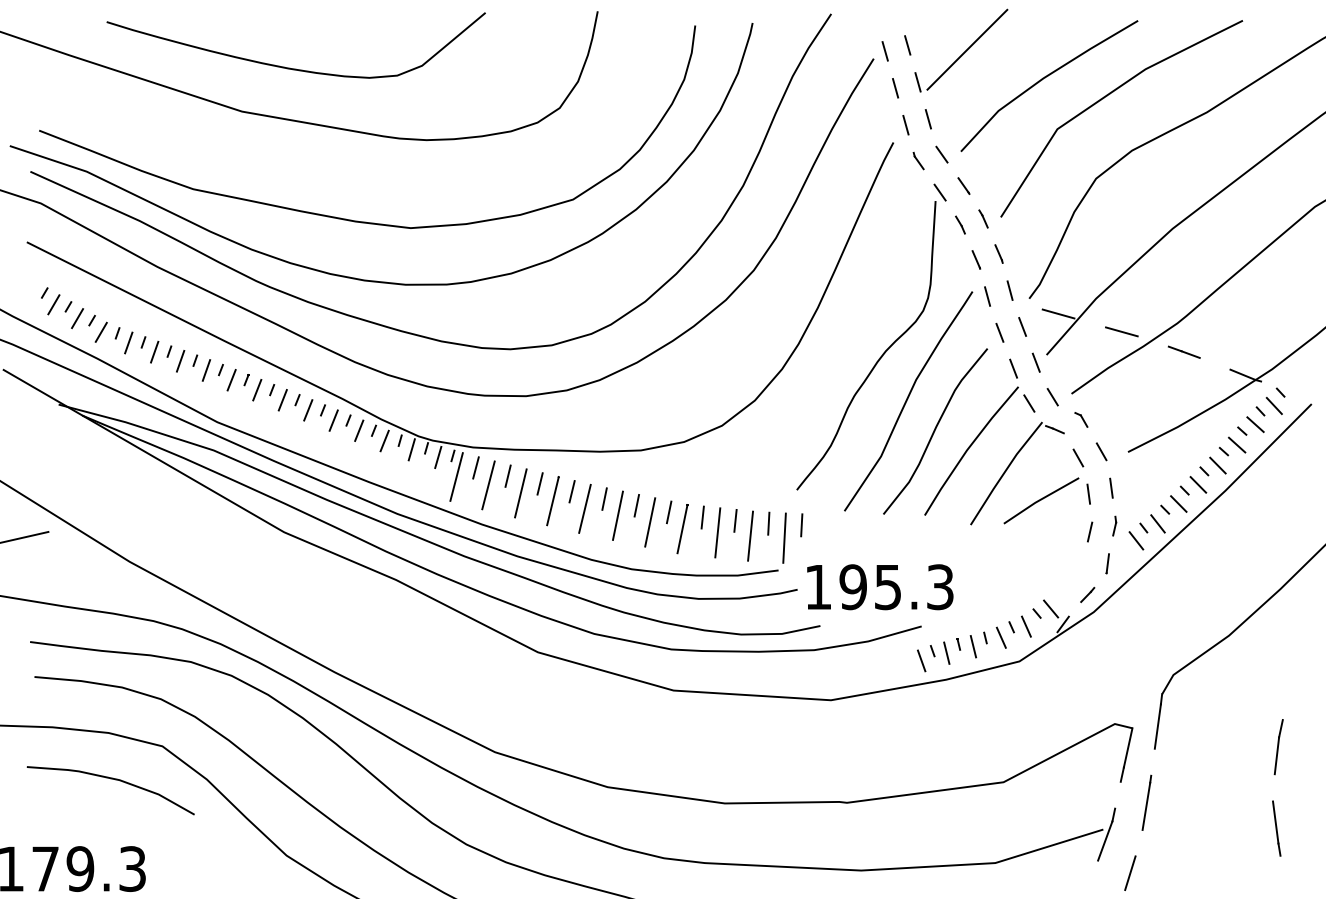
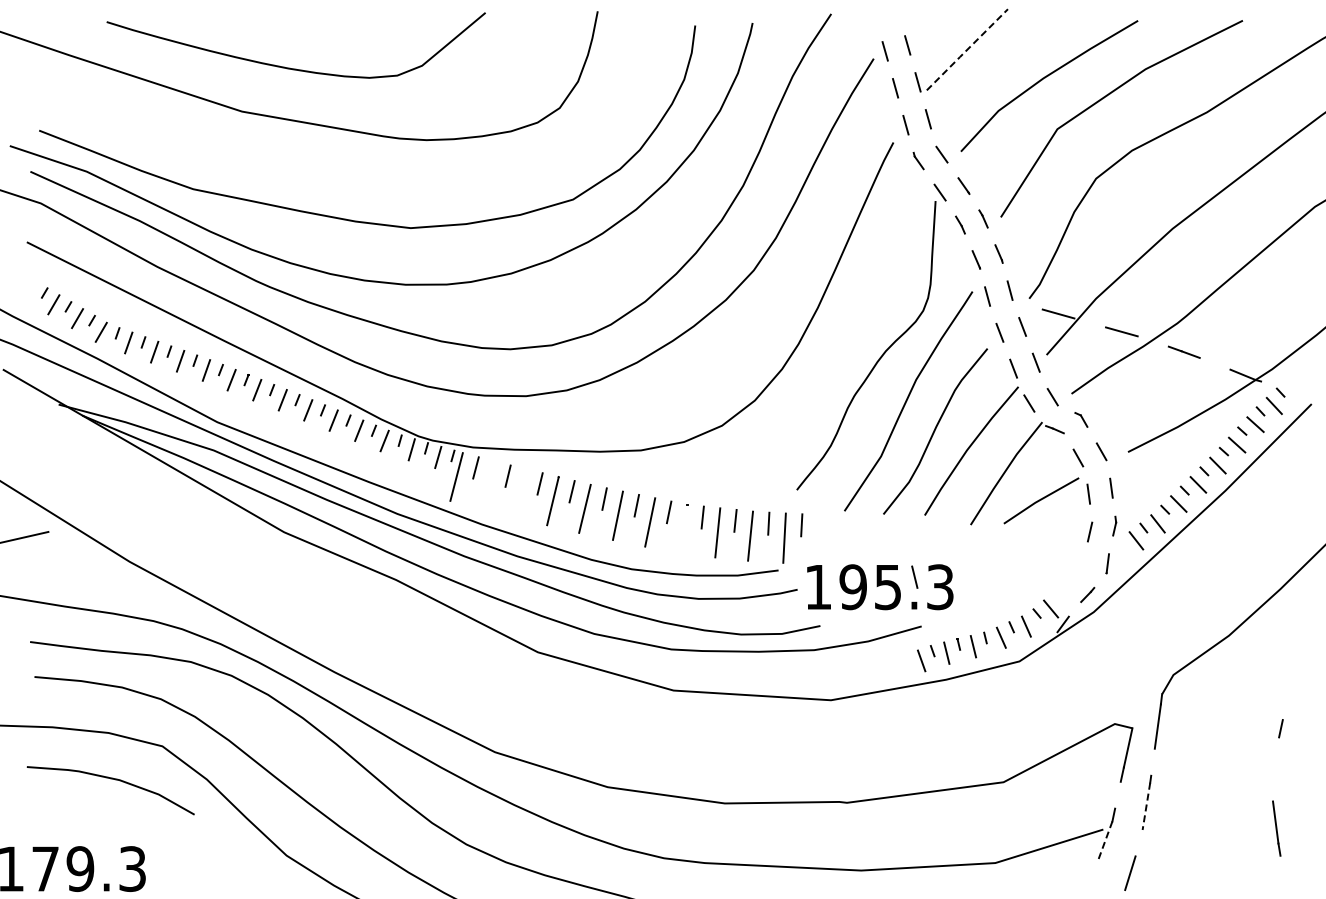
line at (967, 50): solid -> dashed
line at (488, 485): present -> none
line at (520, 493): present -> none
line at (682, 528): present -> none
line at (914, 576): none -> present
line at (1276, 755): present -> none
line at (1146, 806): solid -> dashed
line at (1105, 841): solid -> dashed
